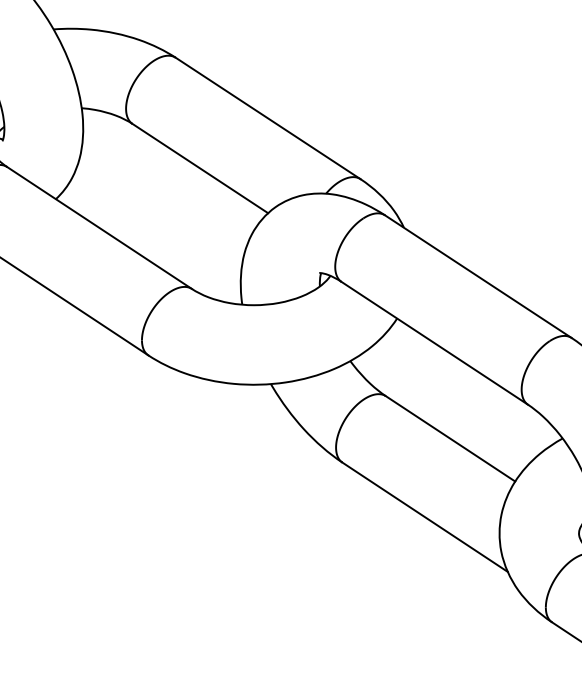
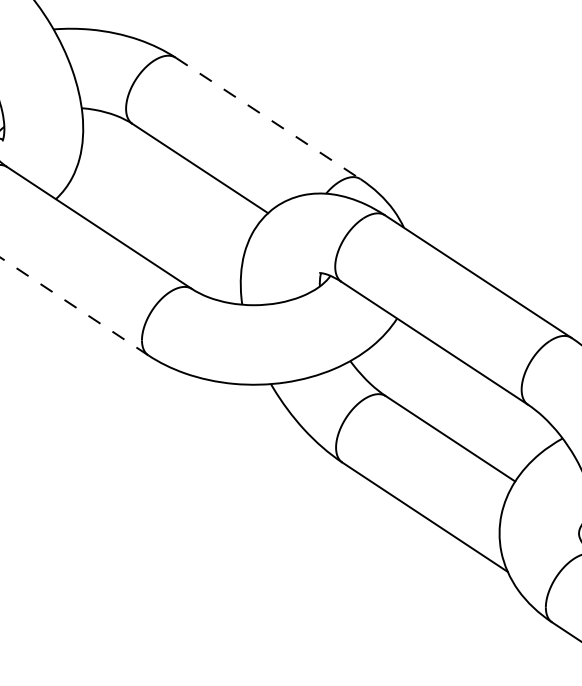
line at (268, 118): solid -> dashed
line at (74, 306): solid -> dashed
